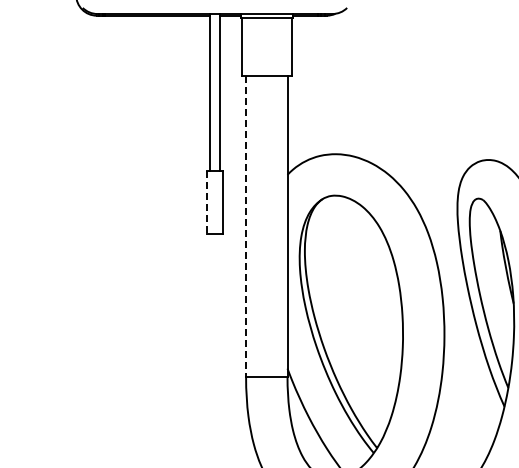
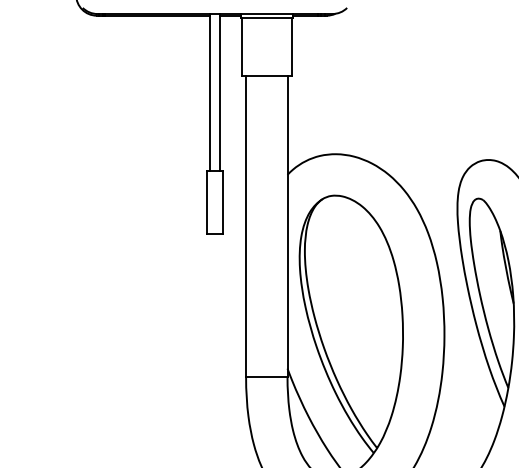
line at (206, 202): dashed -> solid
line at (246, 227): dashed -> solid
